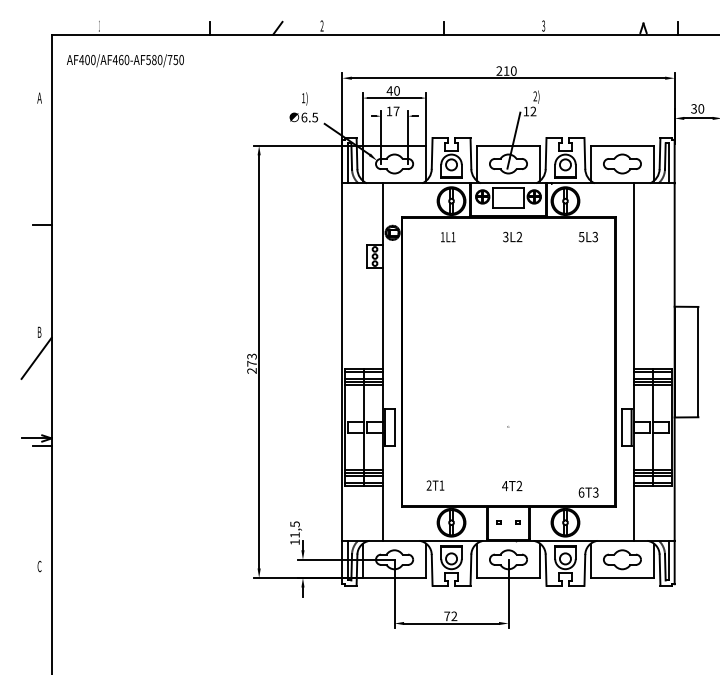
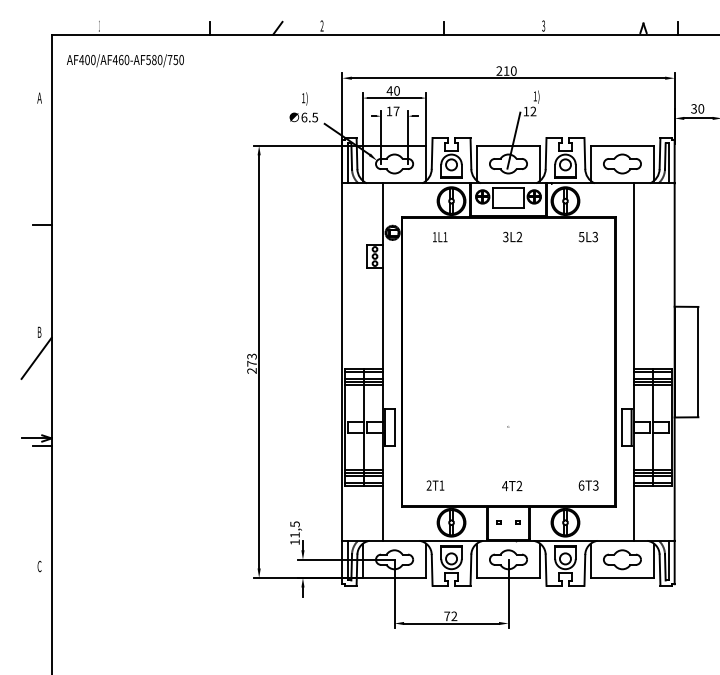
text at (534, 96): 2) -> 1)
text at (448, 237) position: (448, 237) -> (440, 237)
text at (588, 492) position: (588, 492) -> (588, 485)
